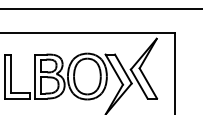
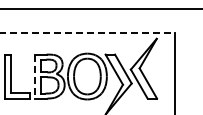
line at (88, 32): solid -> dashed
line at (34, 76): solid -> dashed
